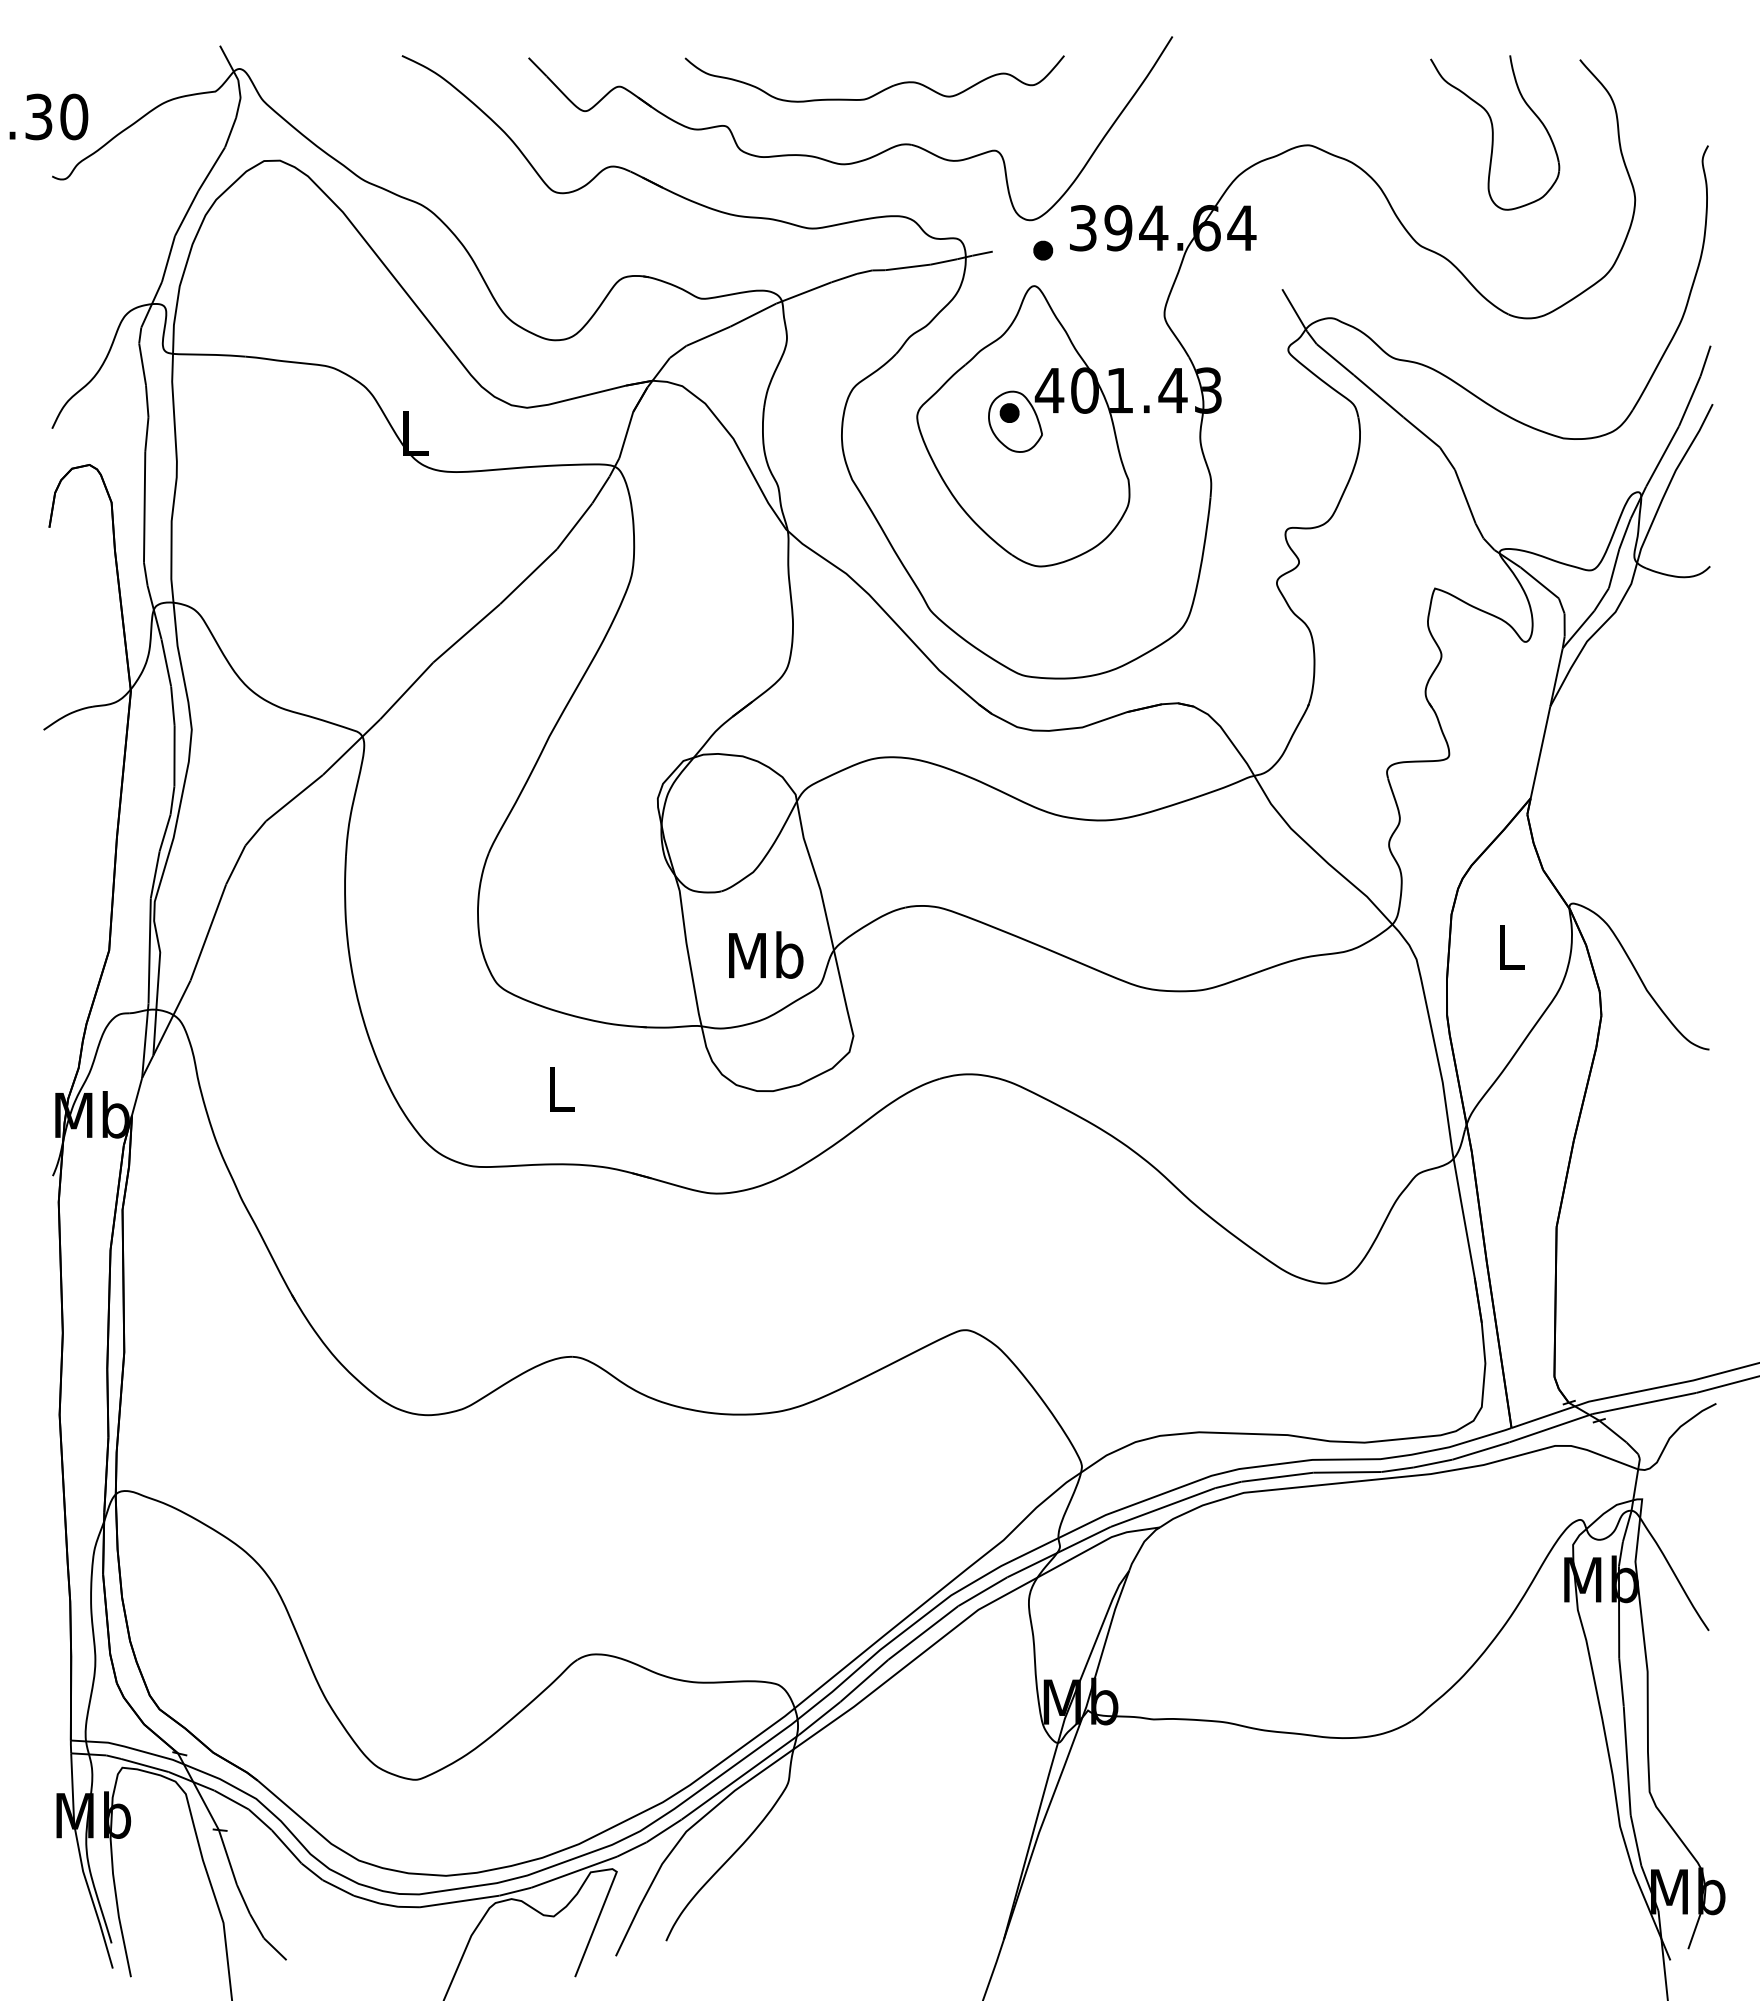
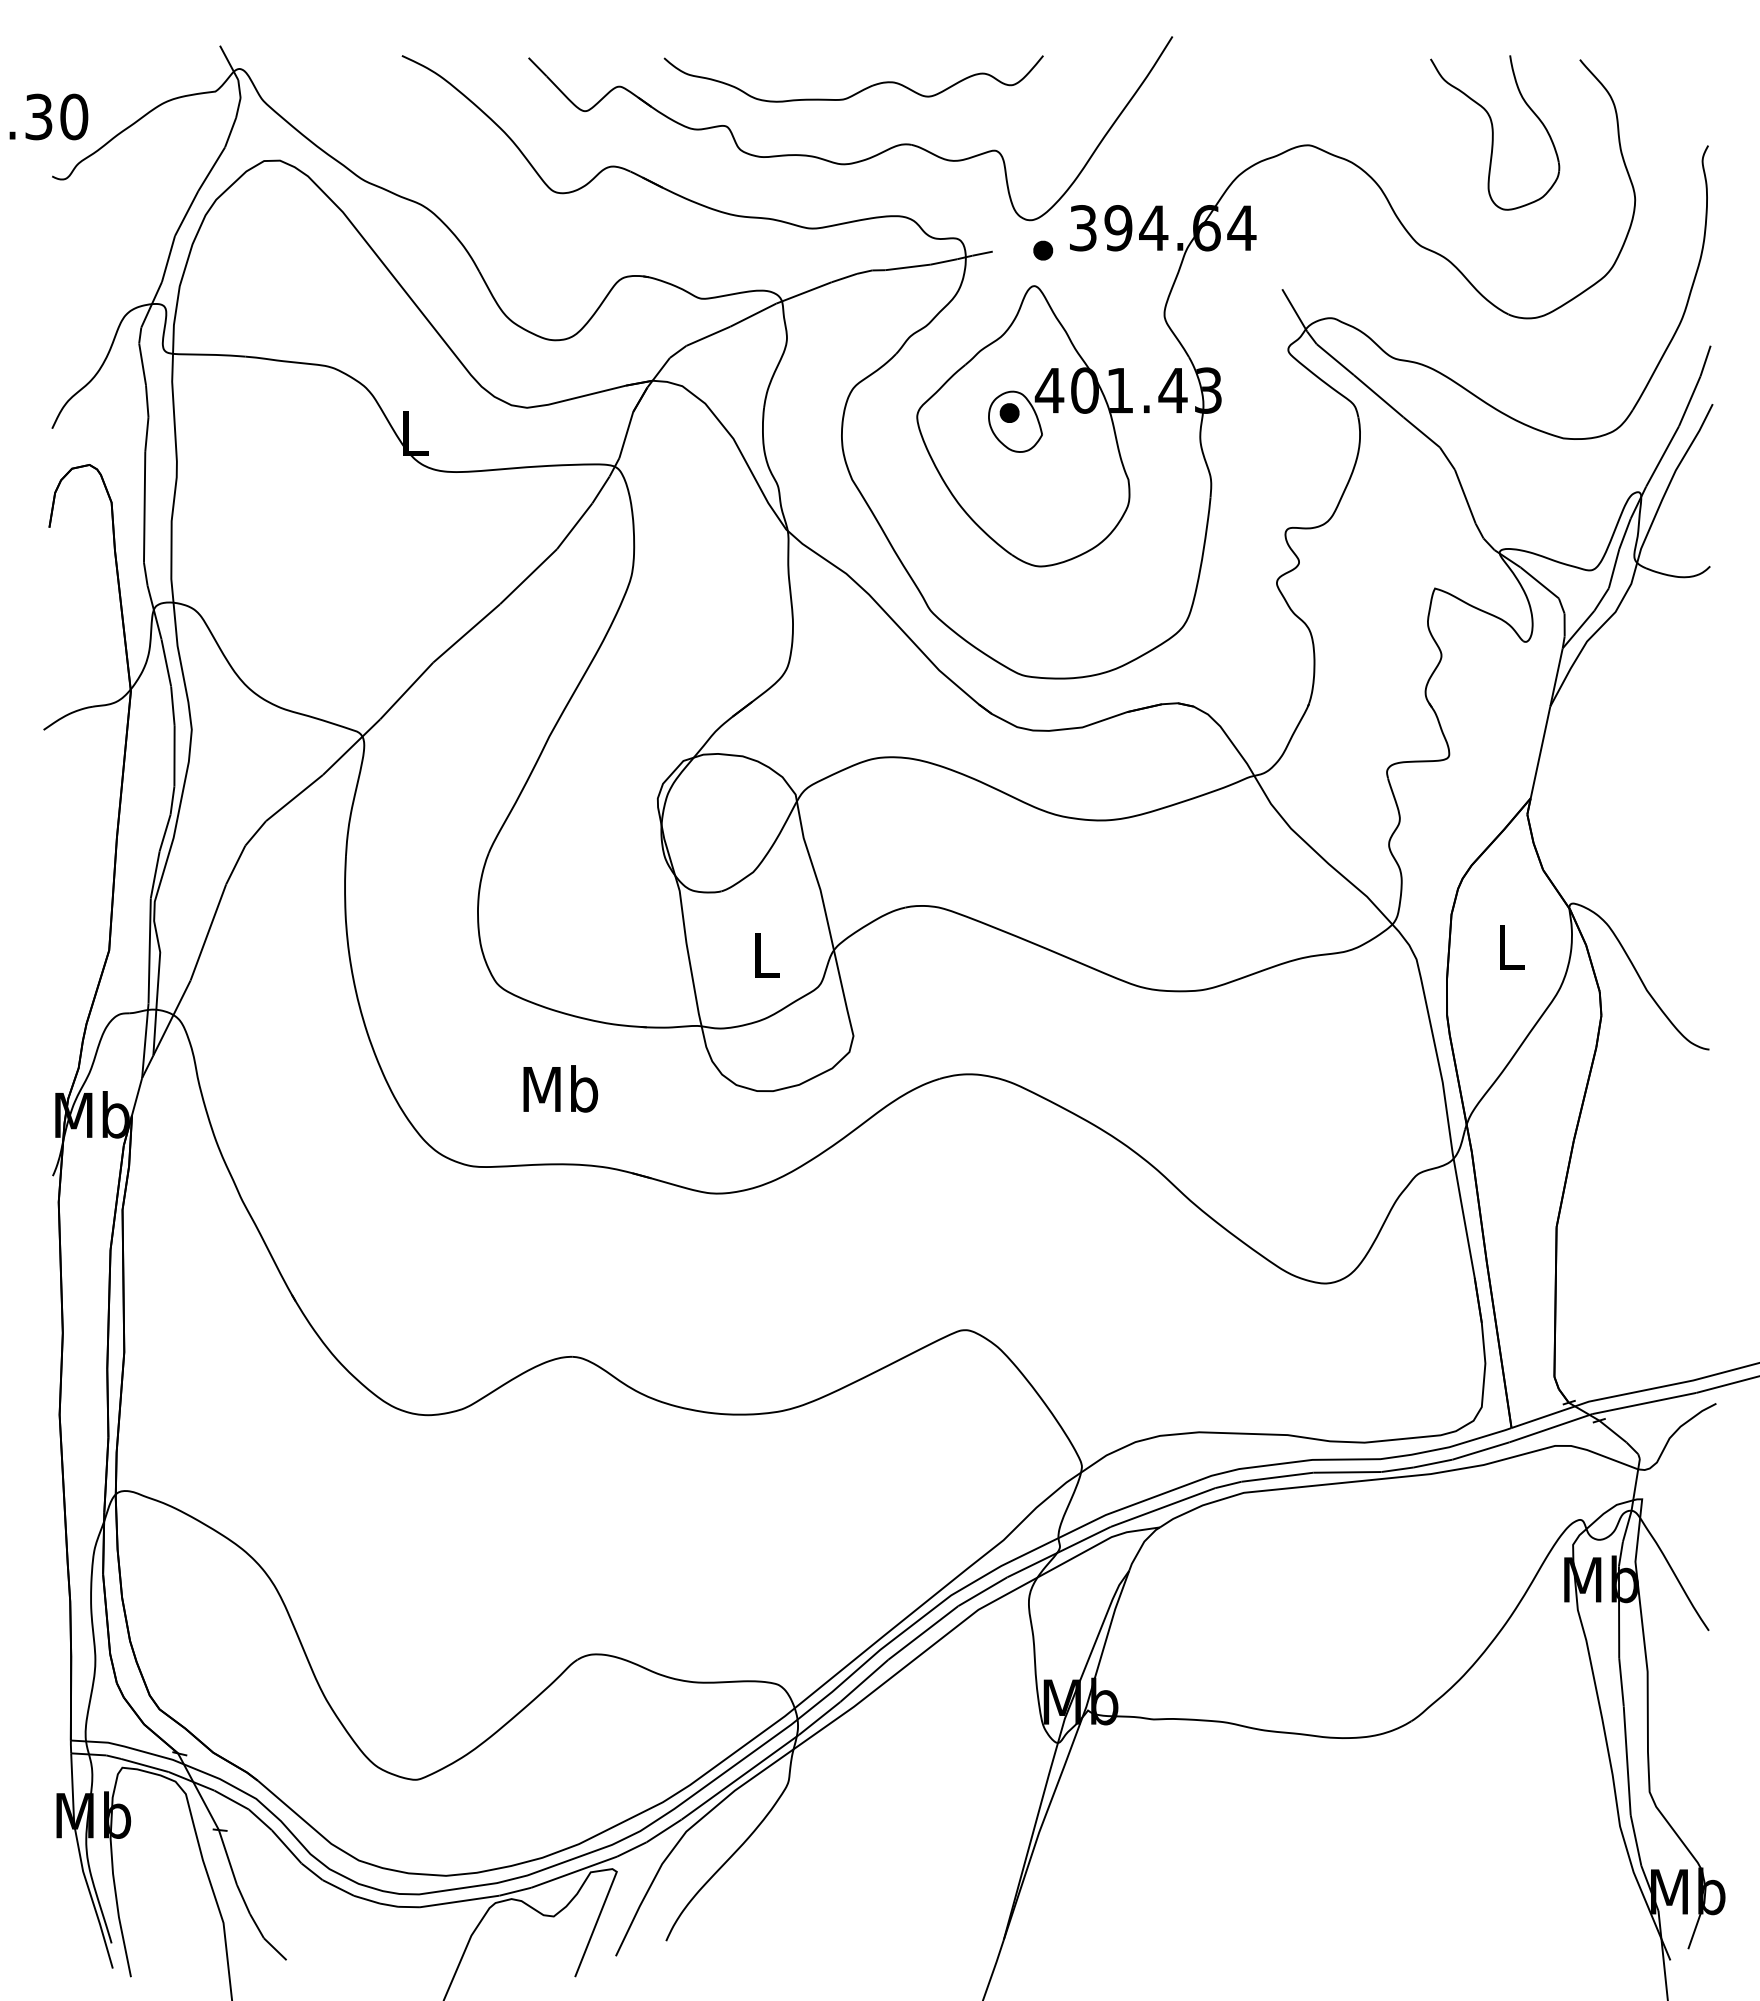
part at (882, 89) position: (882, 89) -> (861, 89)
text at (766, 954): Mb -> L
text at (560, 1088): L -> Mb
